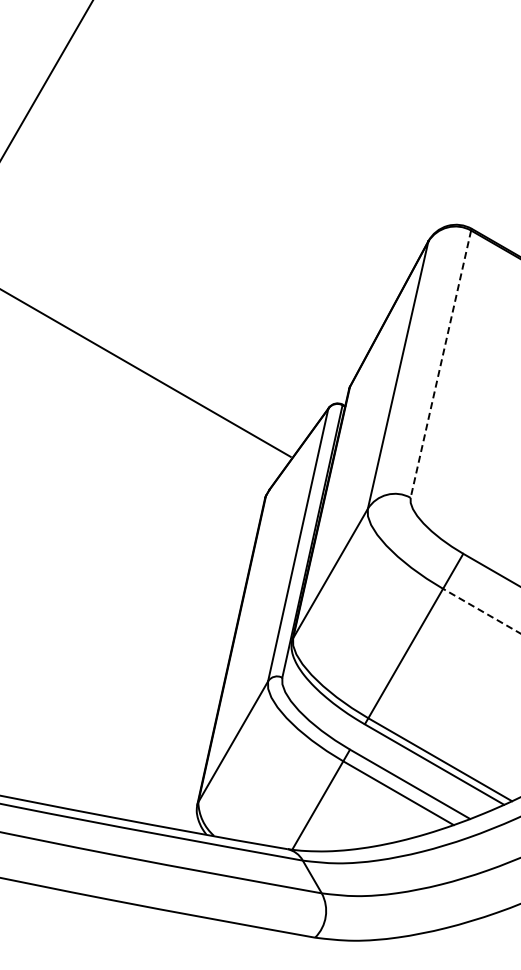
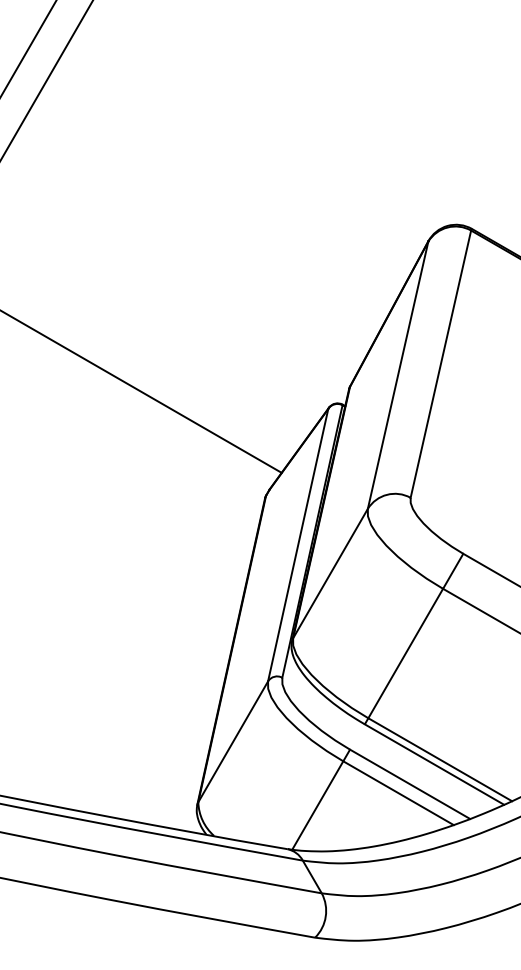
line at (28, 48): none -> present
line at (440, 364): dashed -> solid
line at (146, 373) position: (146, 373) -> (141, 391)
line at (481, 611): dashed -> solid
